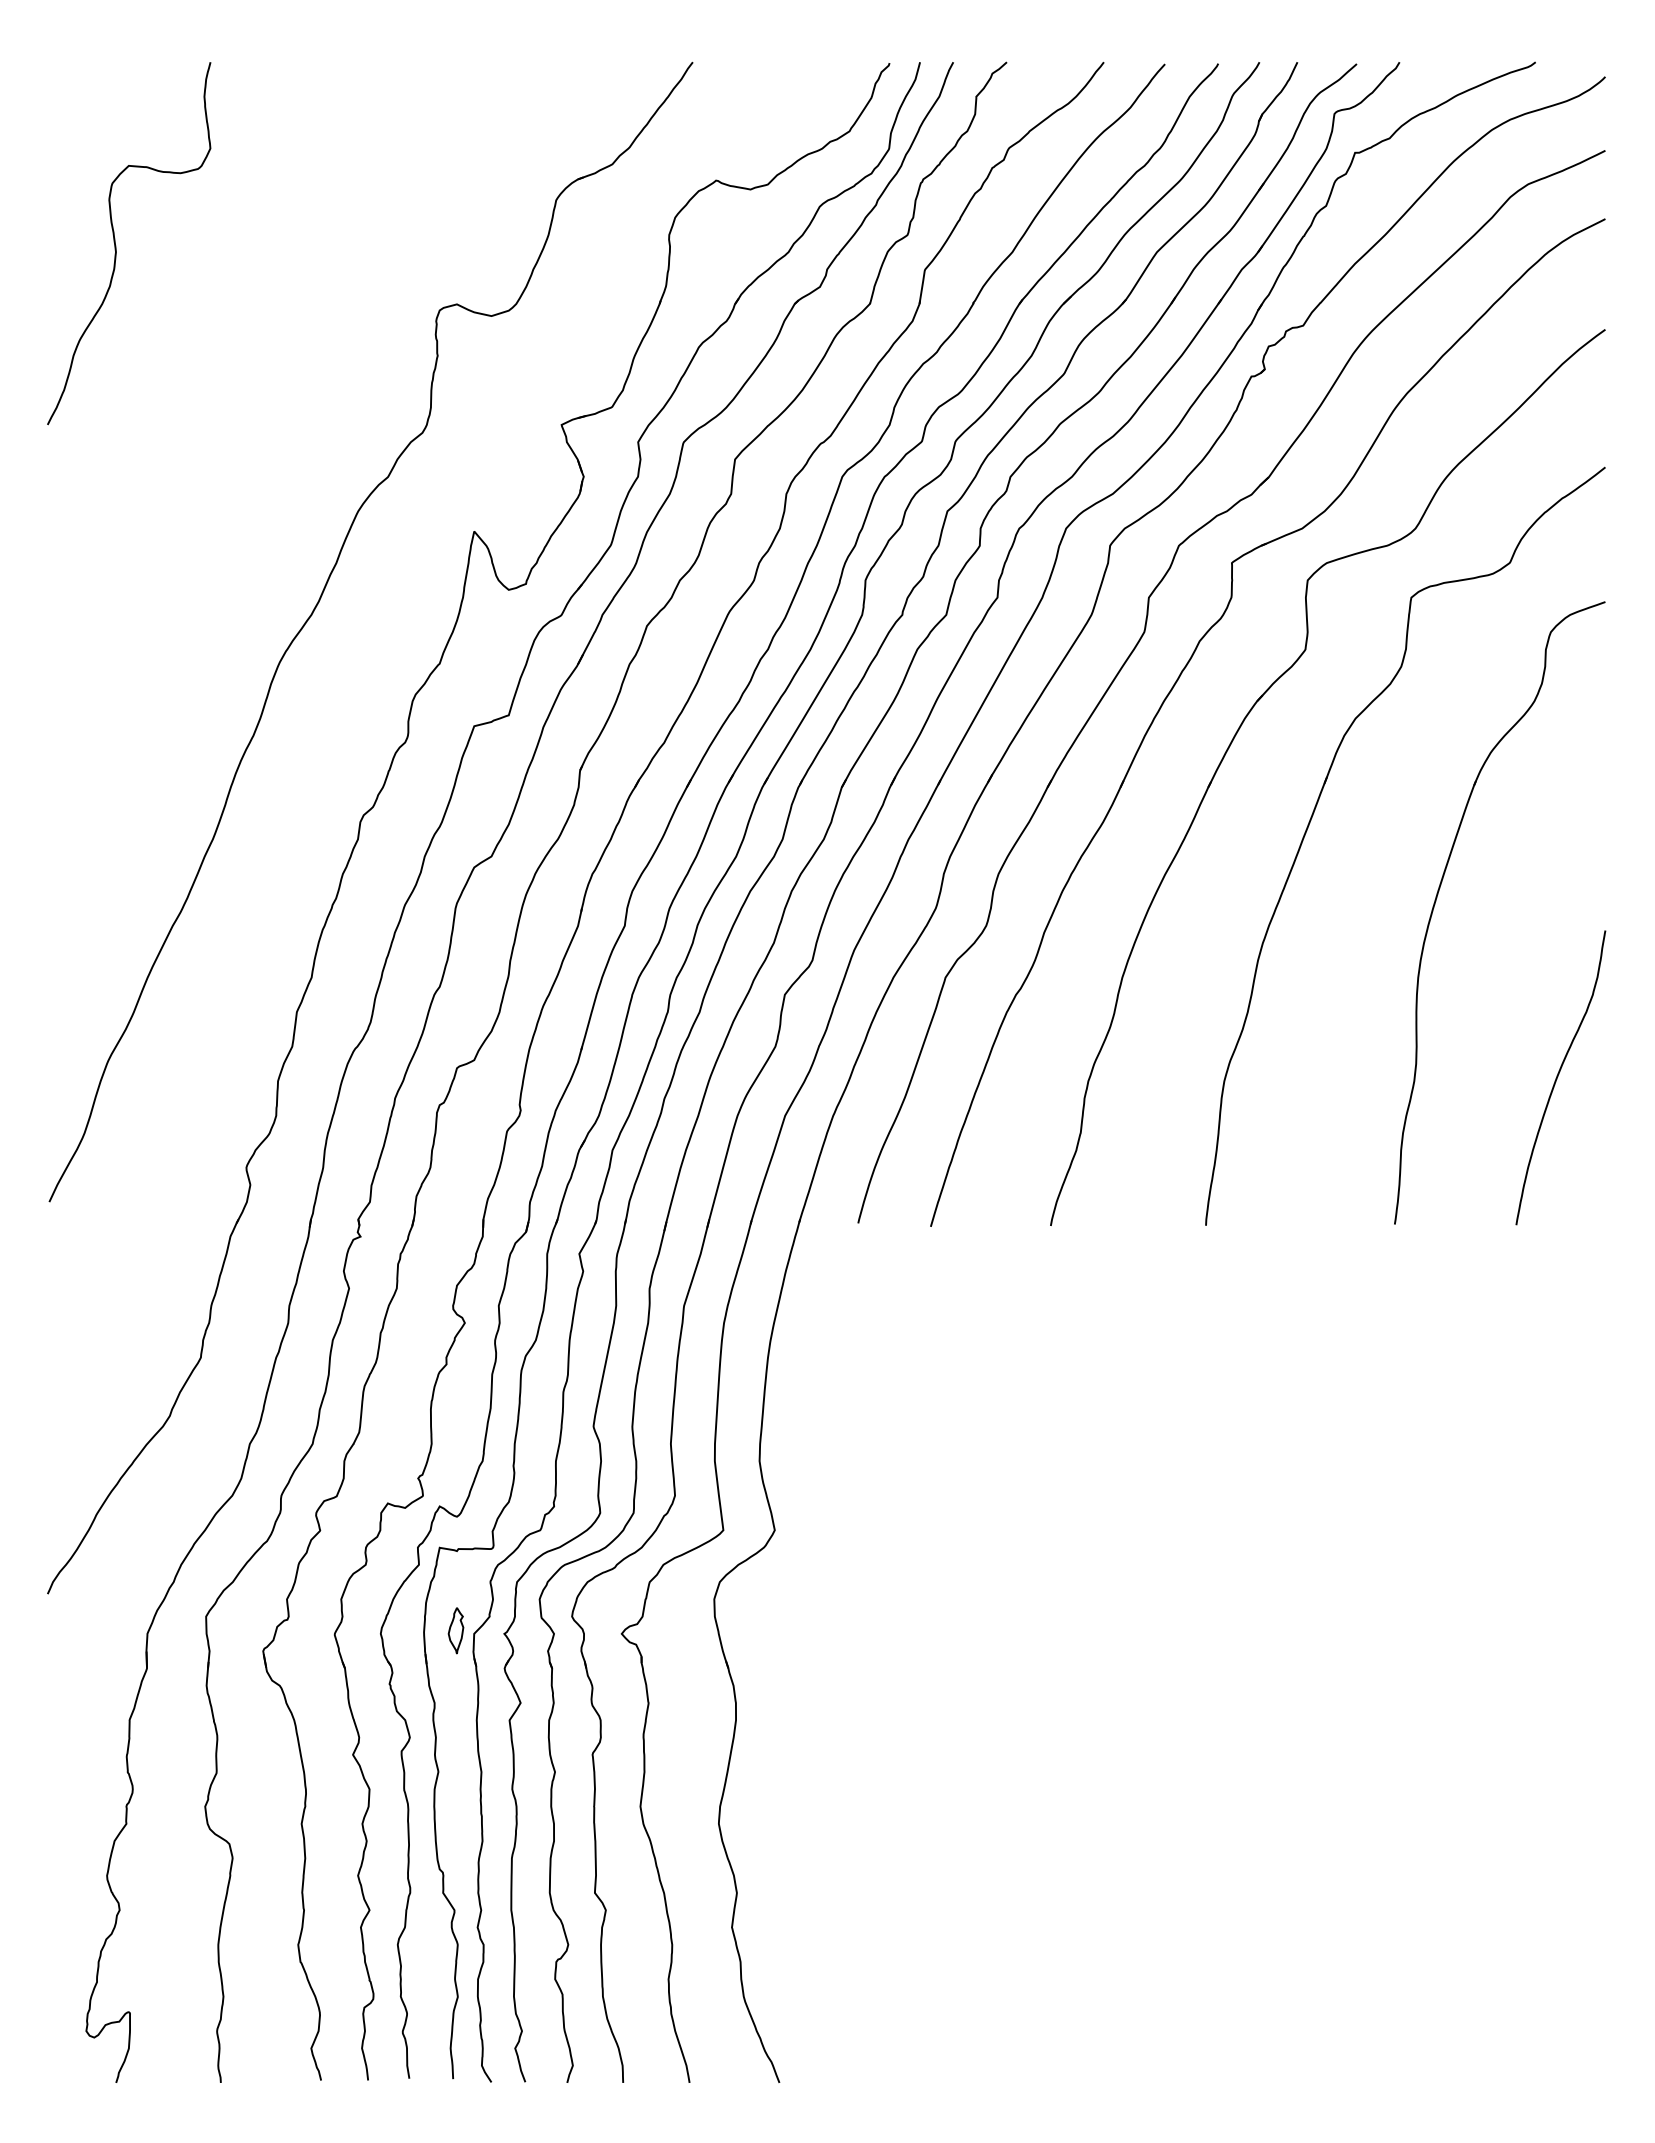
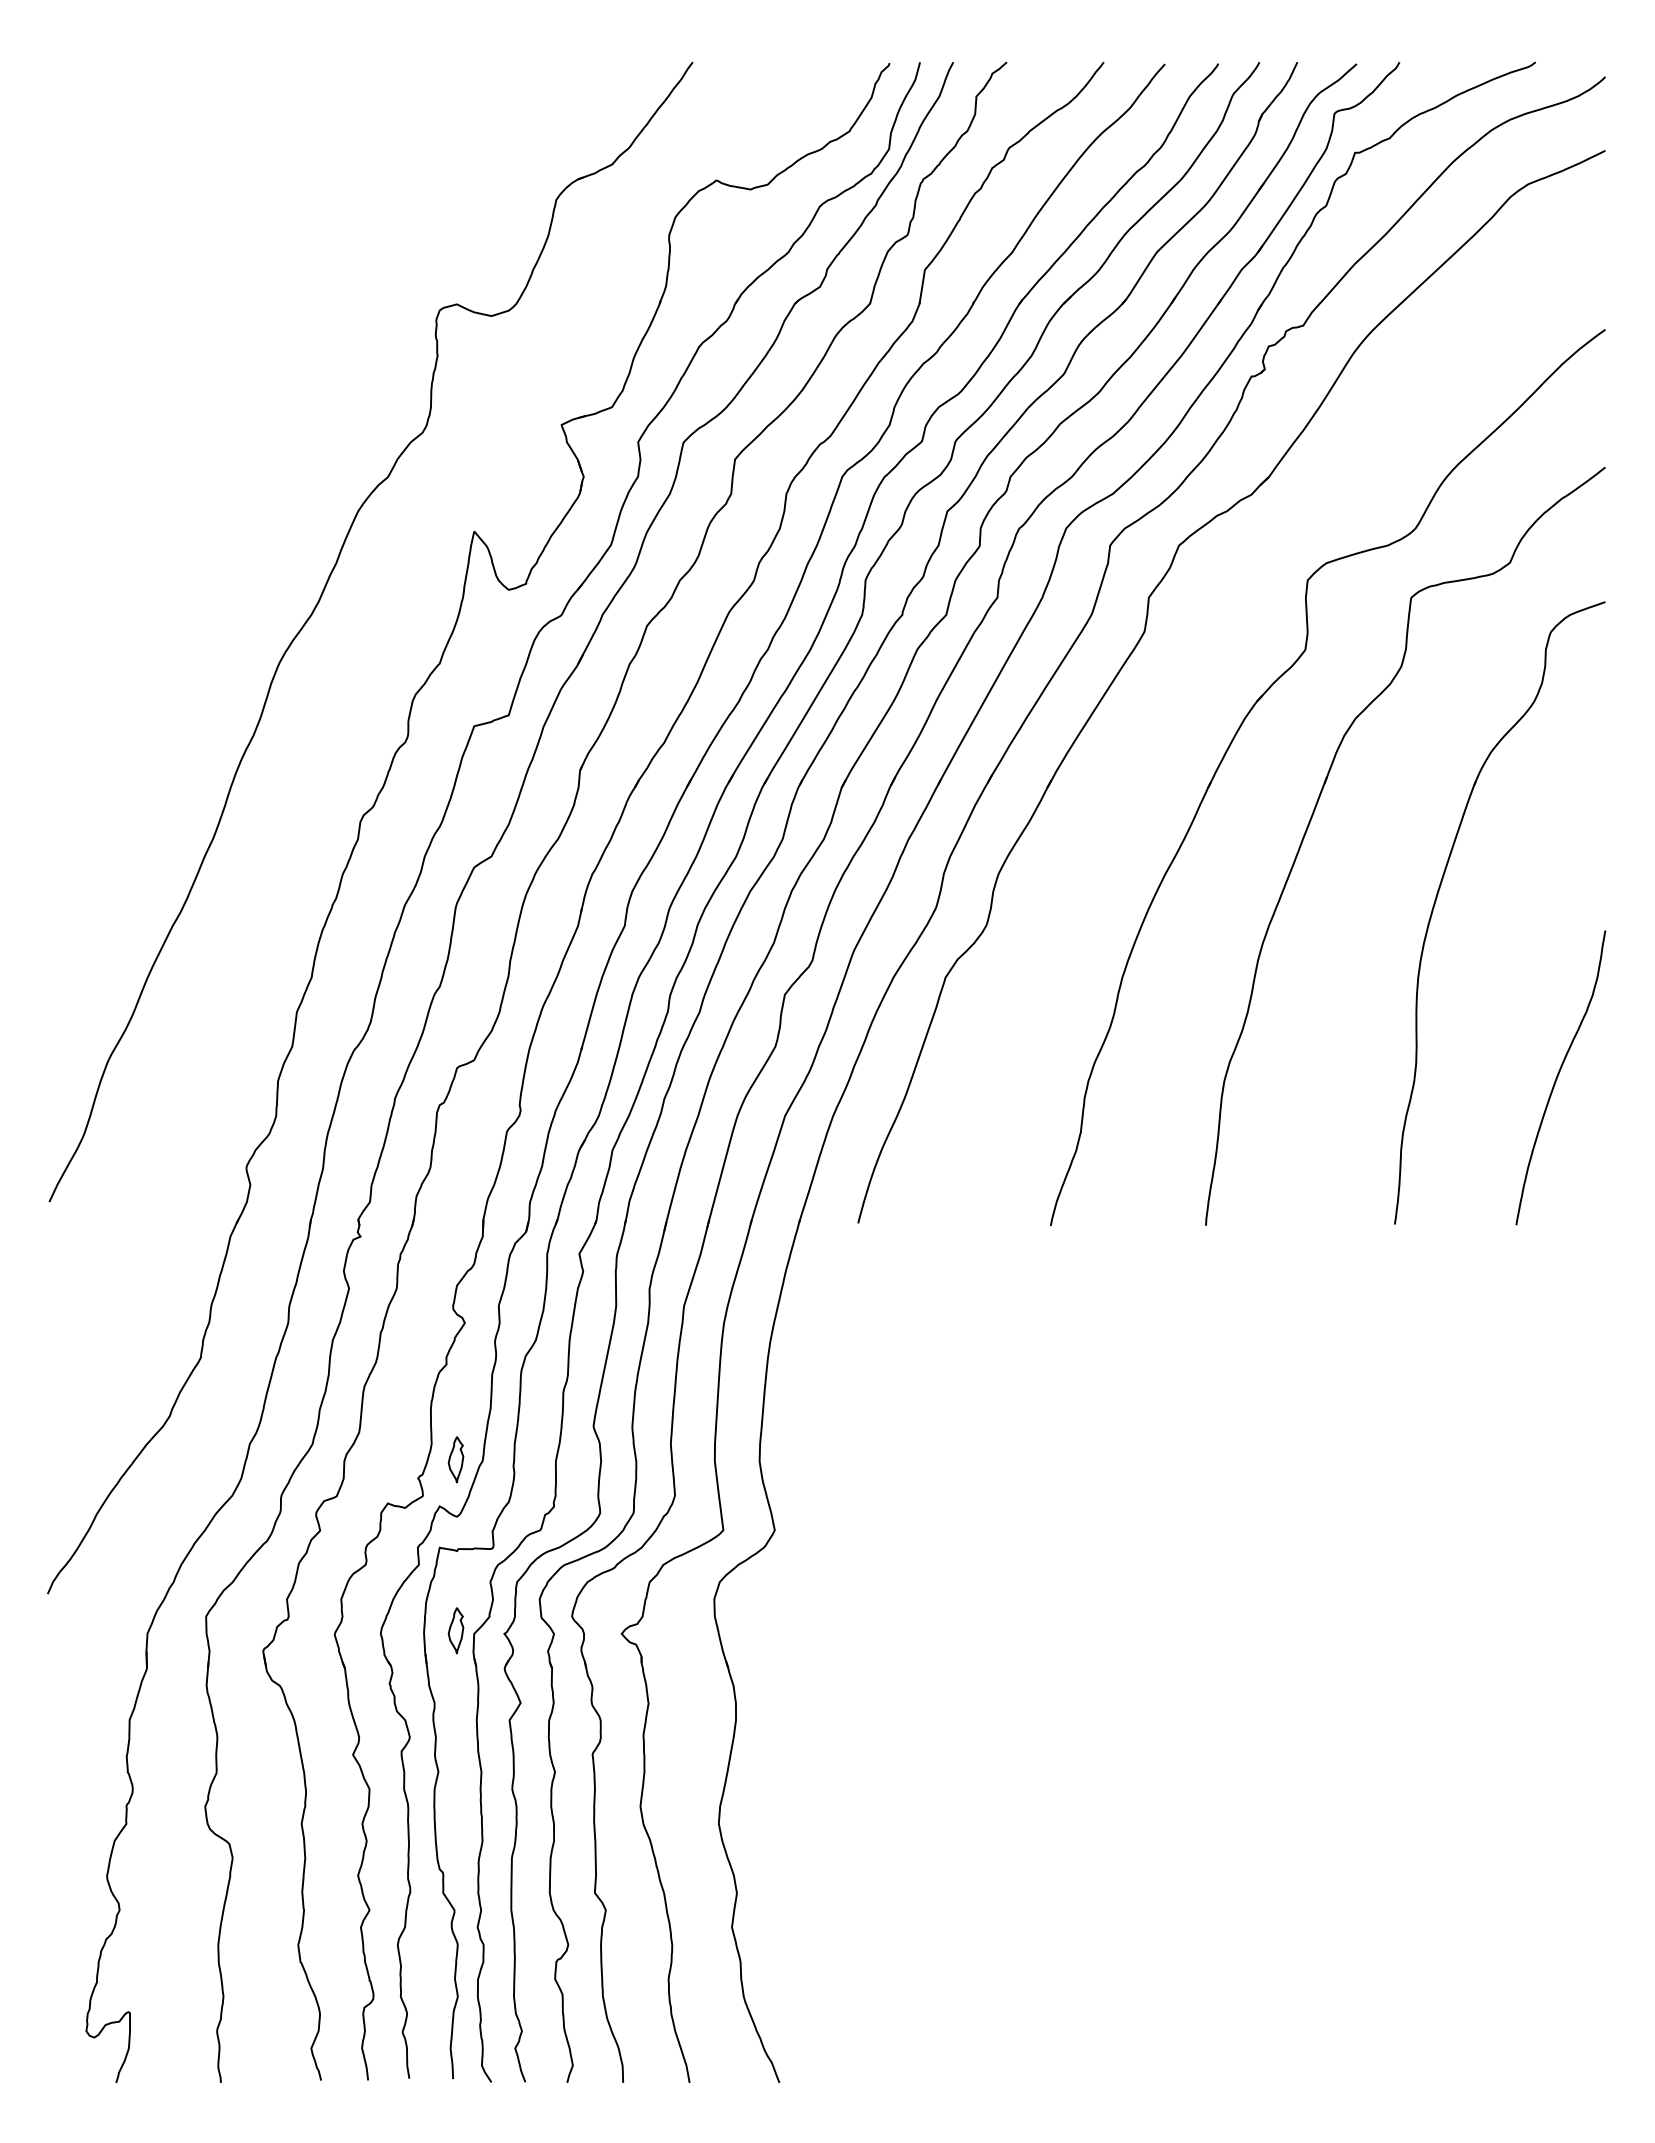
curve at (116, 245): present -> none
part at (1186, 667): present -> none
part at (455, 1459): none -> present
